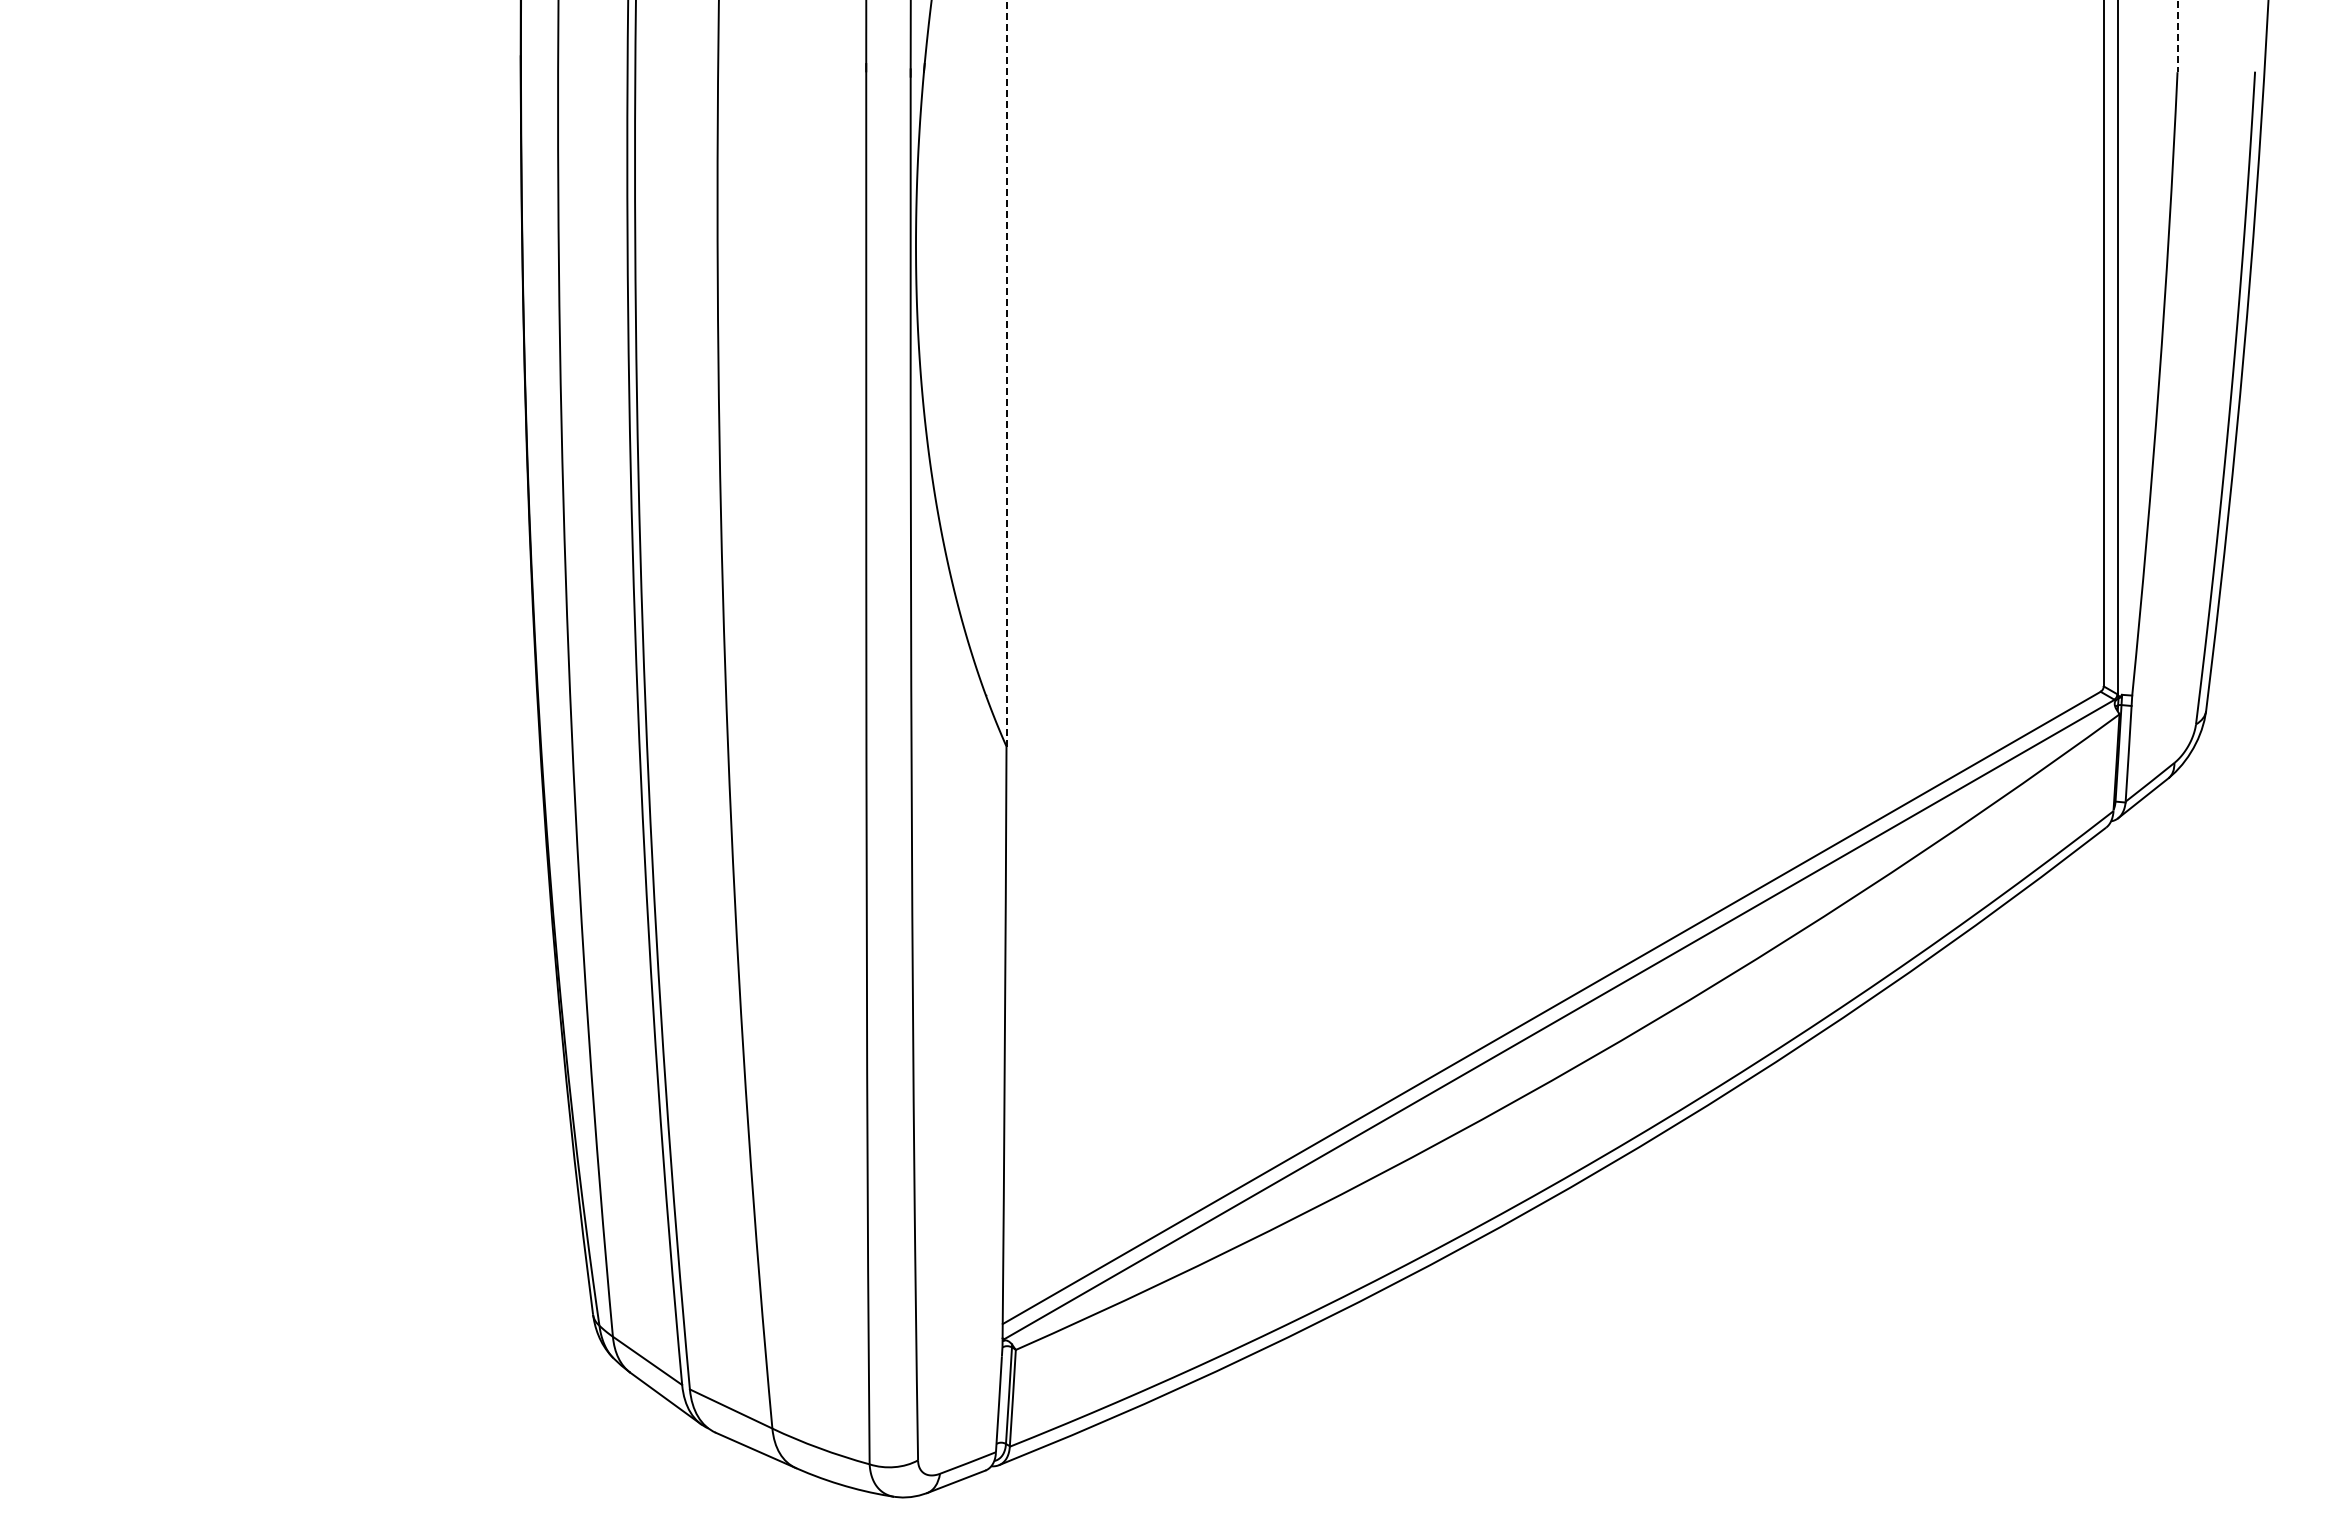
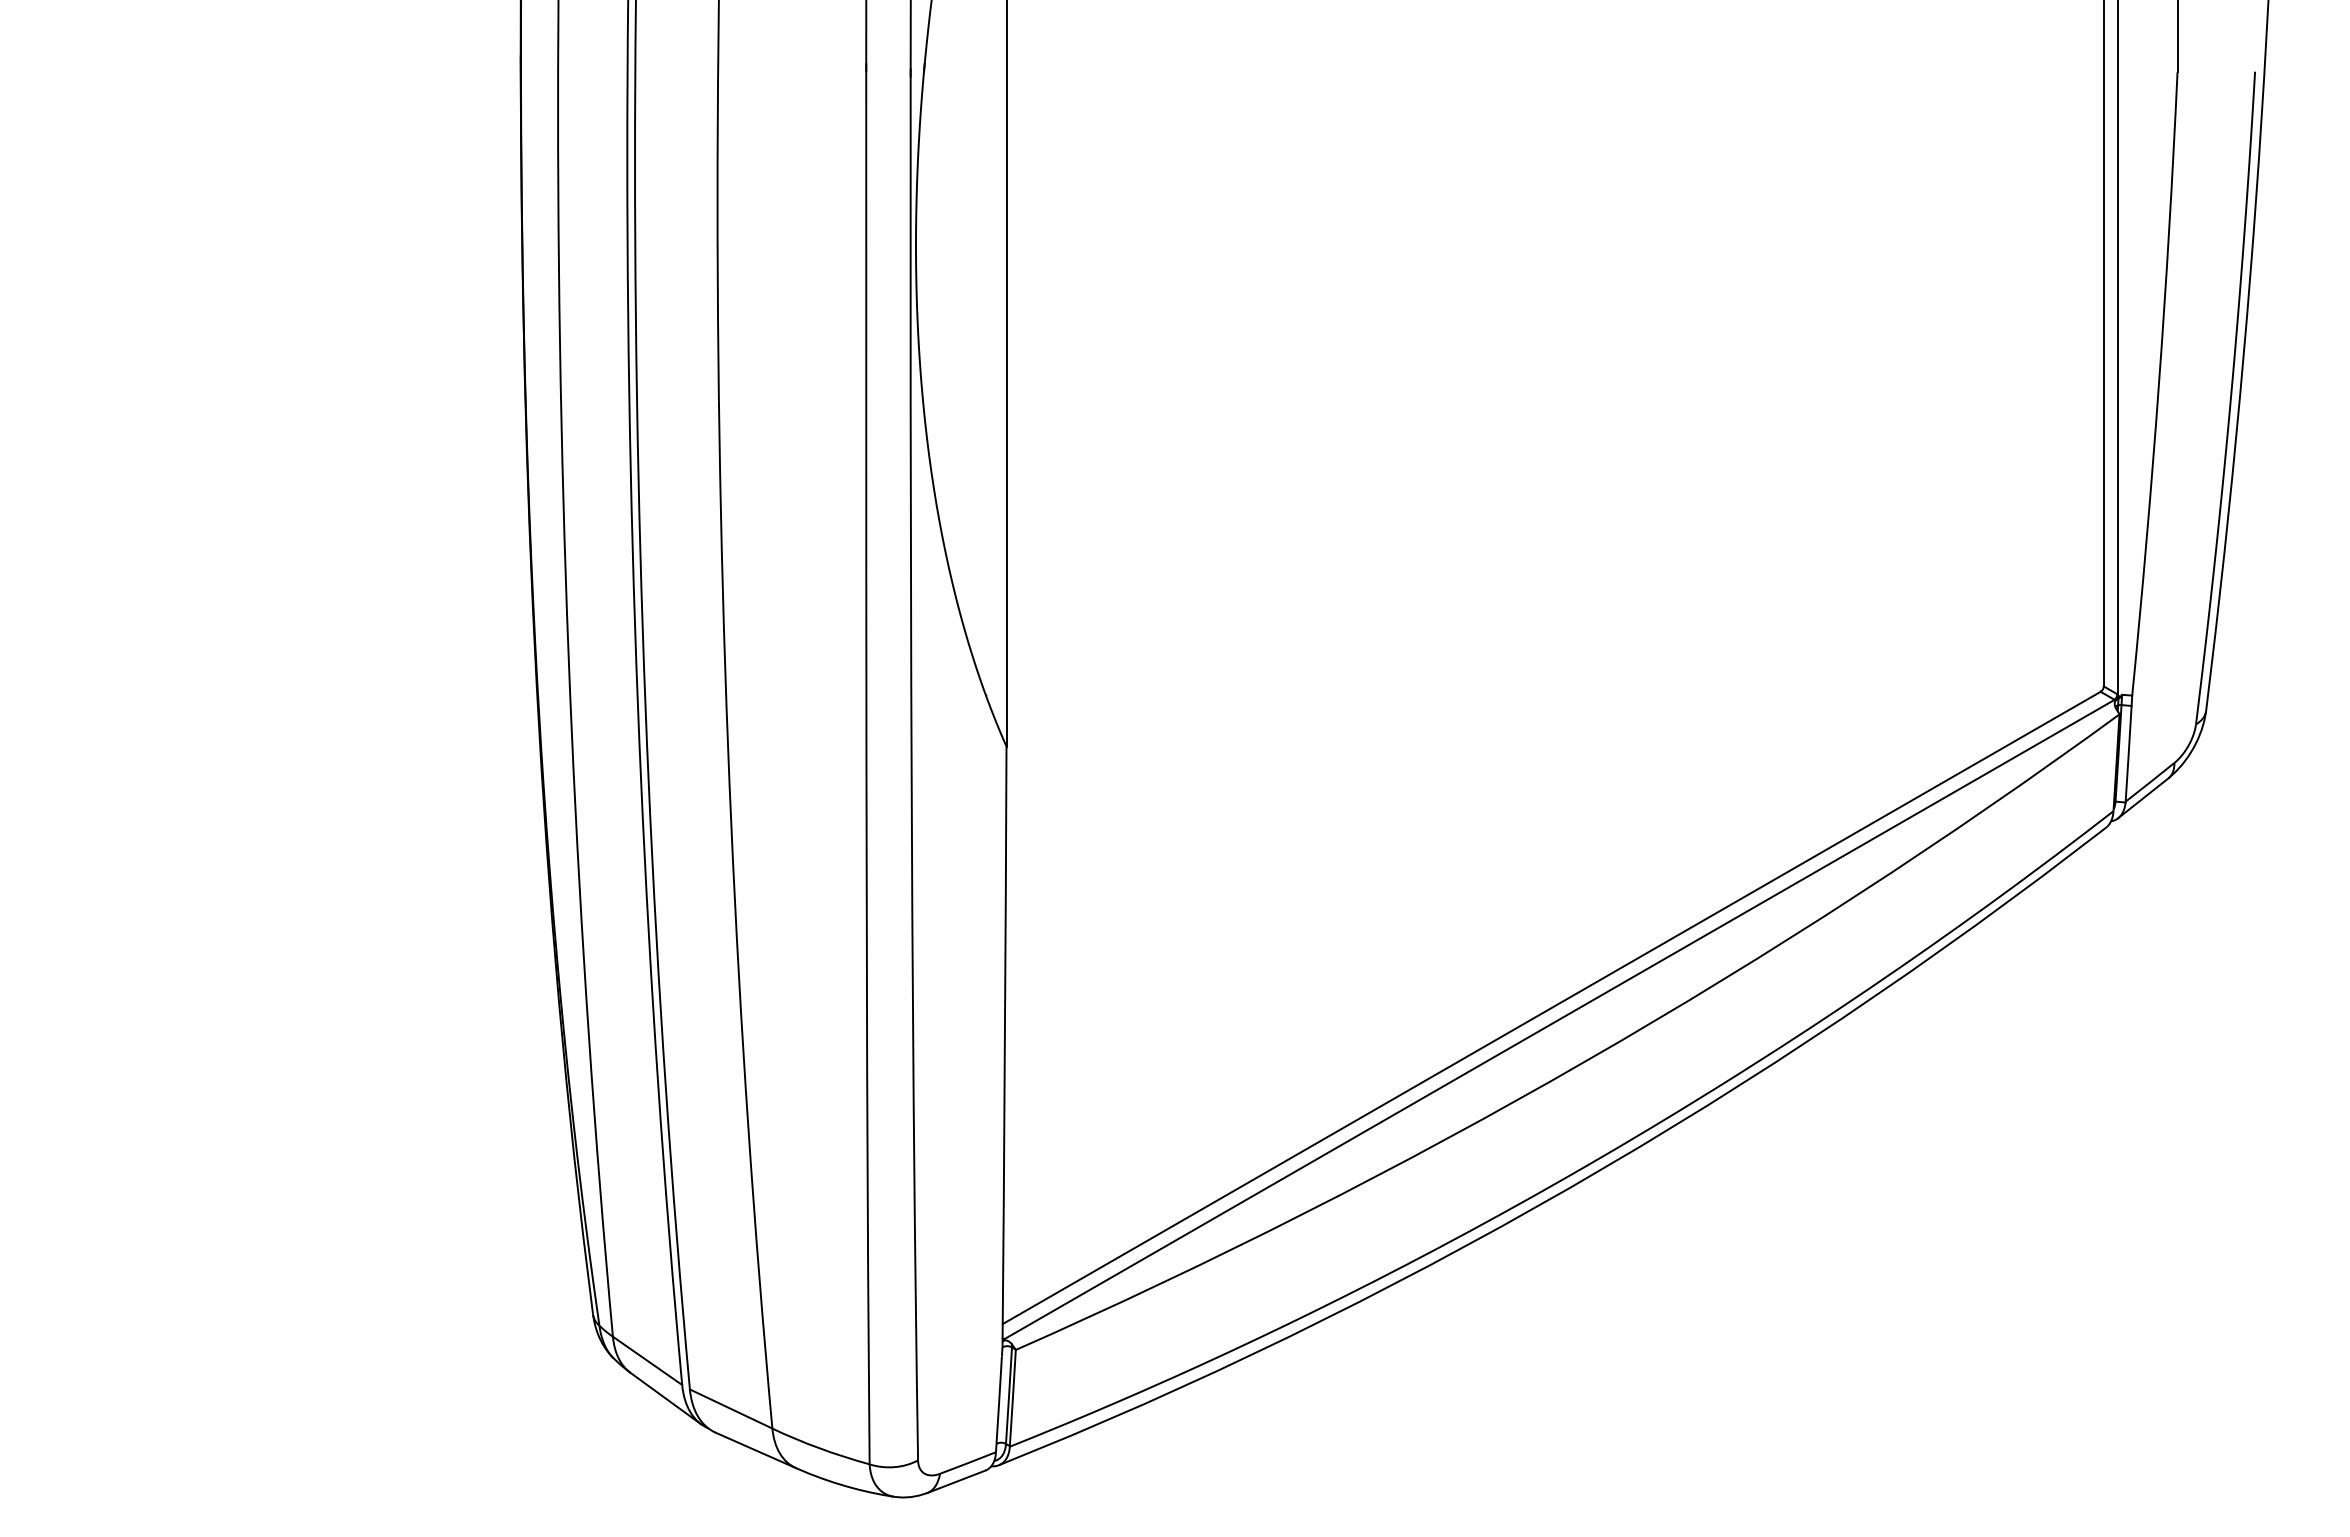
line at (2177, 36): dashed -> solid
line at (1006, 373): dashed -> solid
